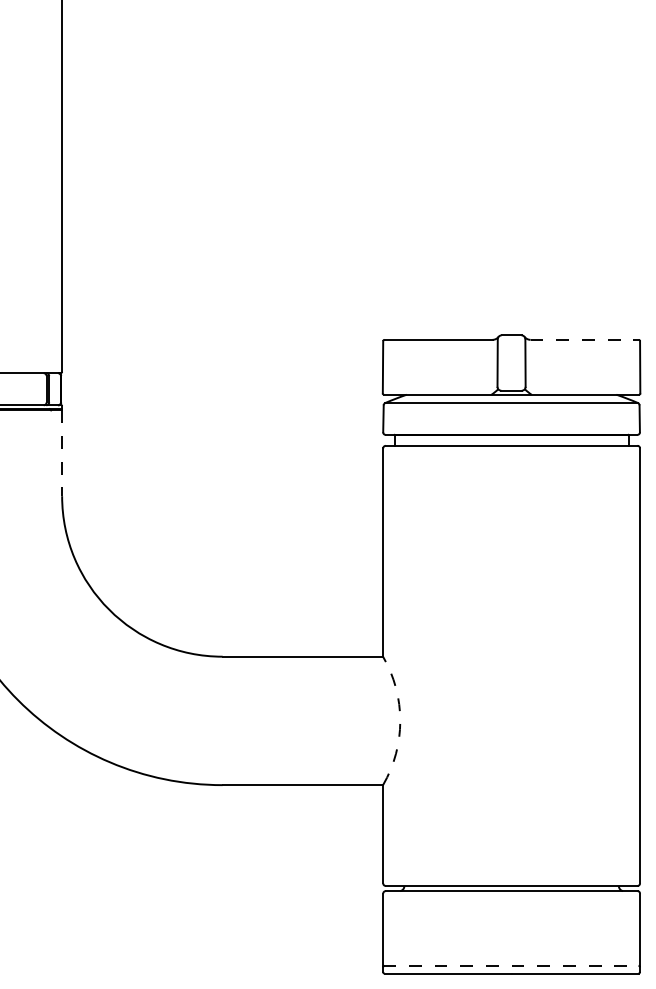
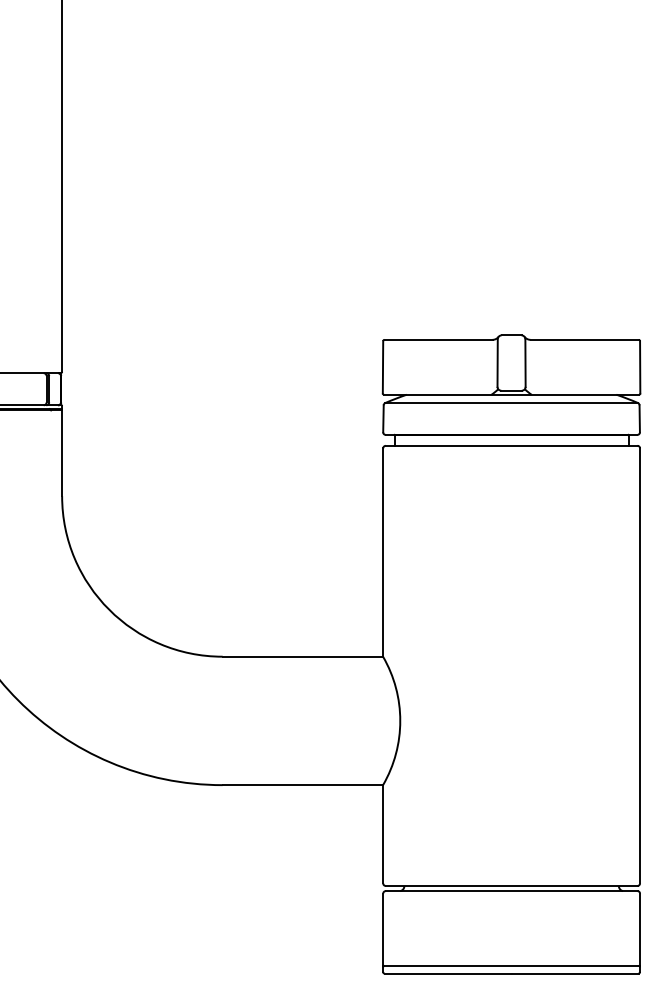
line at (585, 339): dashed -> solid
line at (62, 453): dashed -> solid
arc at (400, 720): dashed -> solid
line at (512, 965): dashed -> solid
